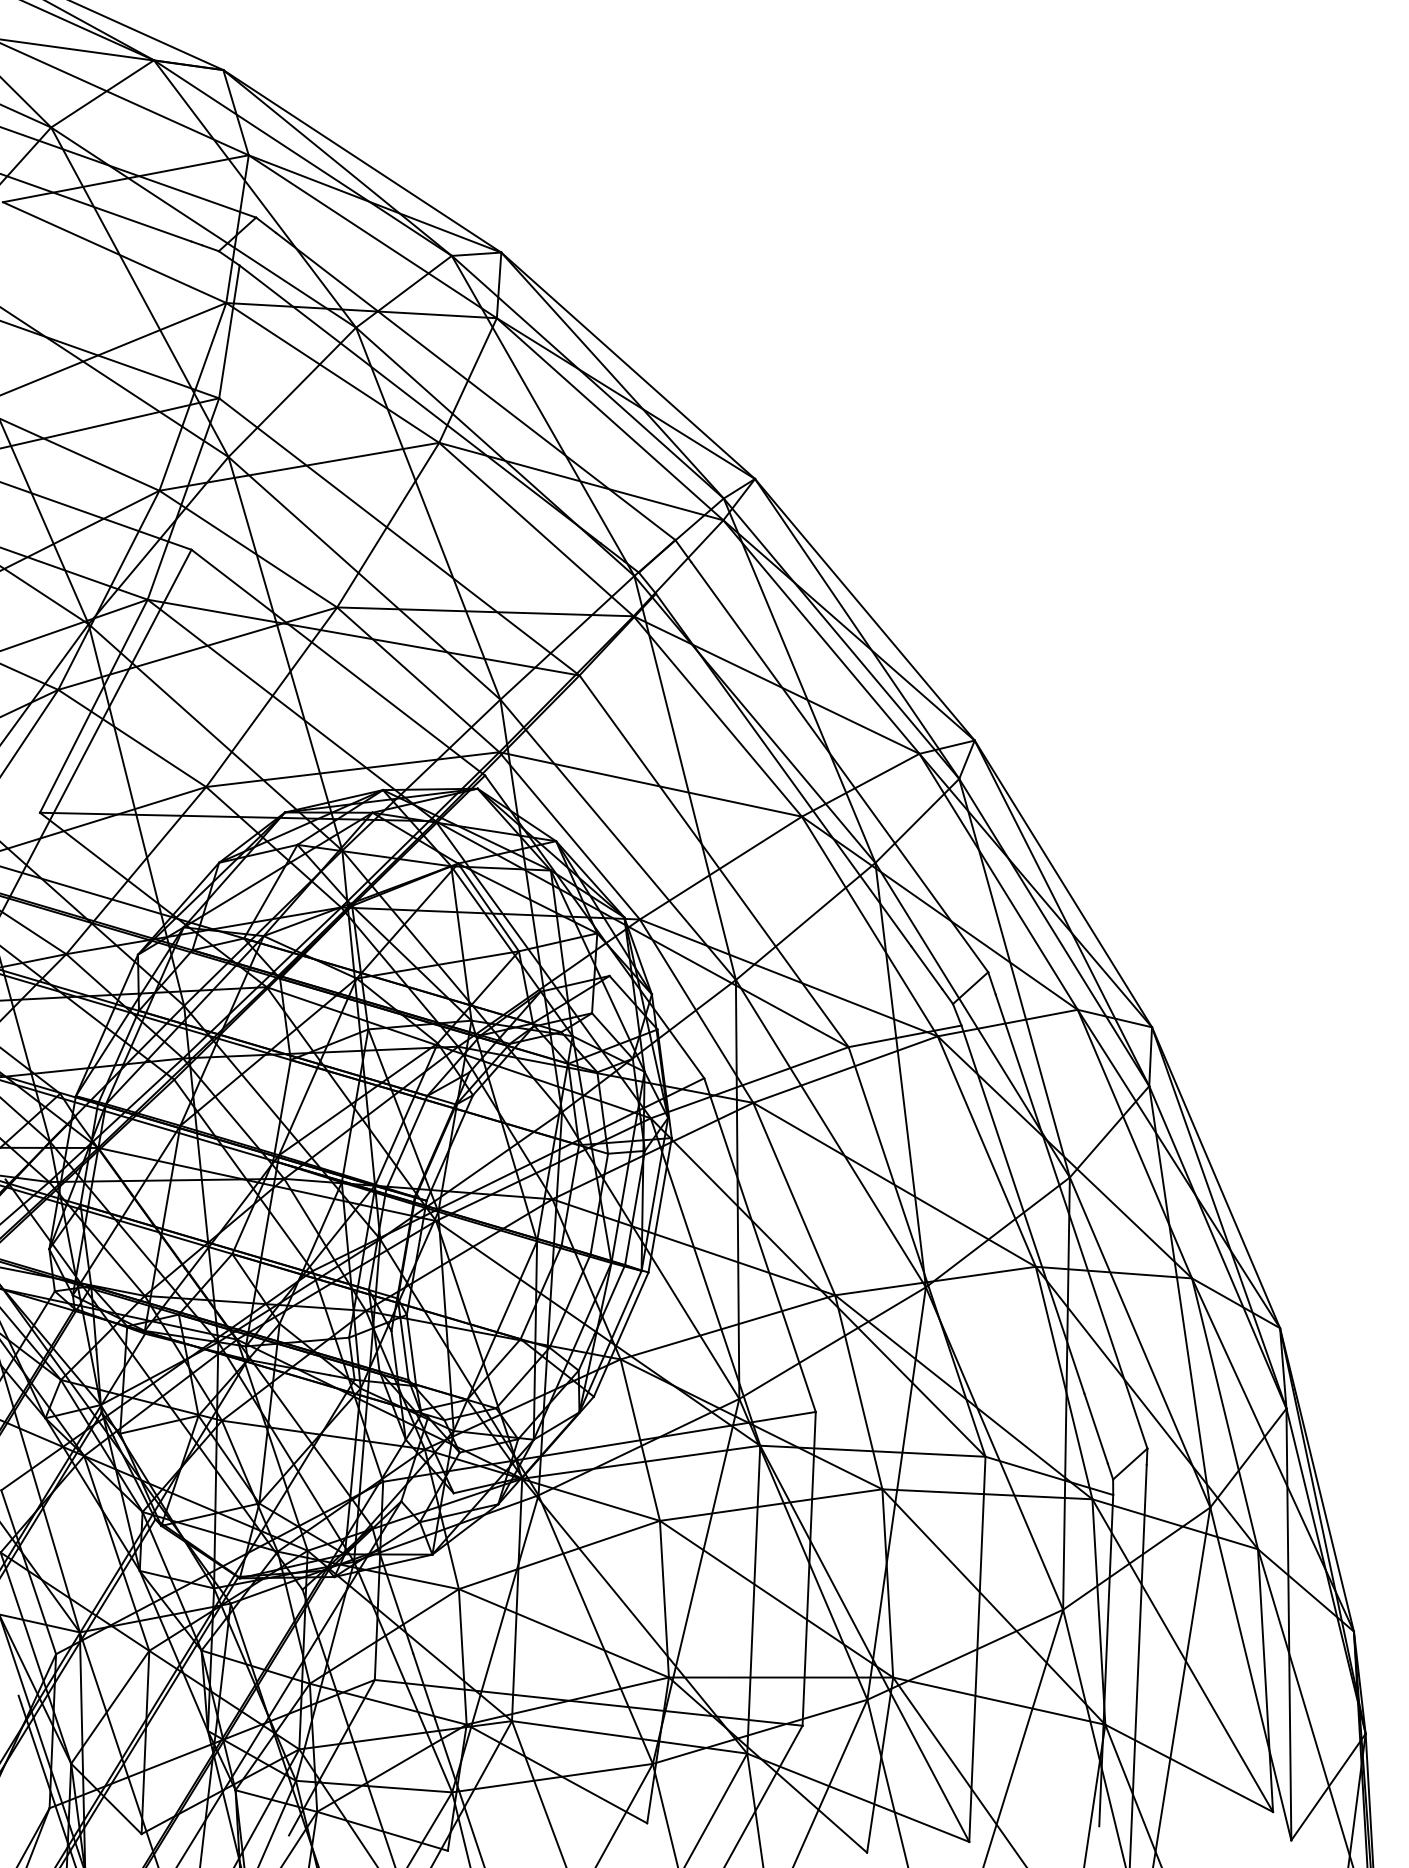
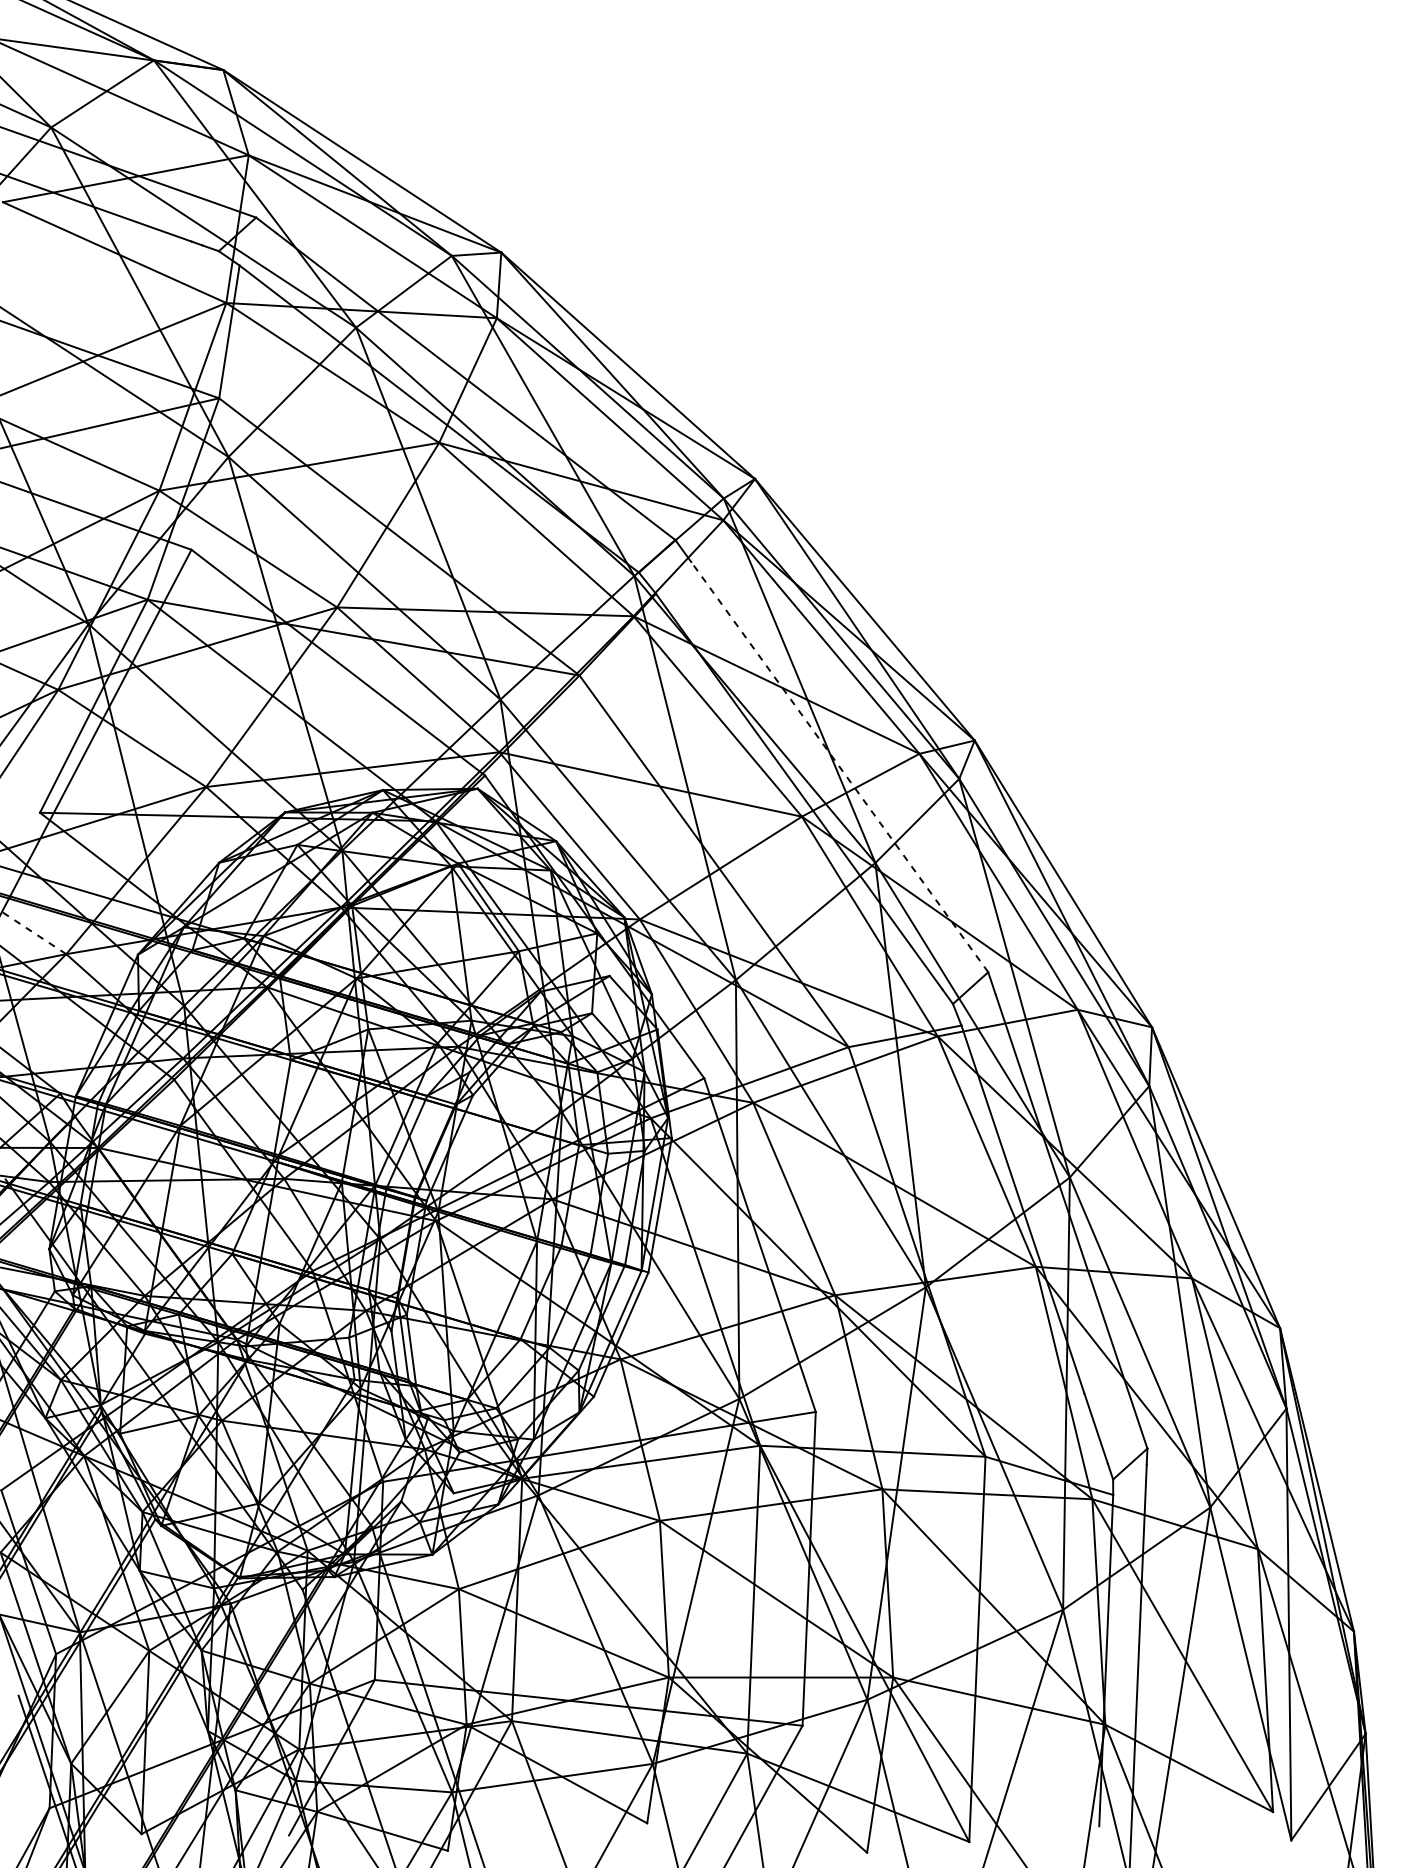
line at (839, 766): solid -> dashed
line at (33, 932): solid -> dashed
